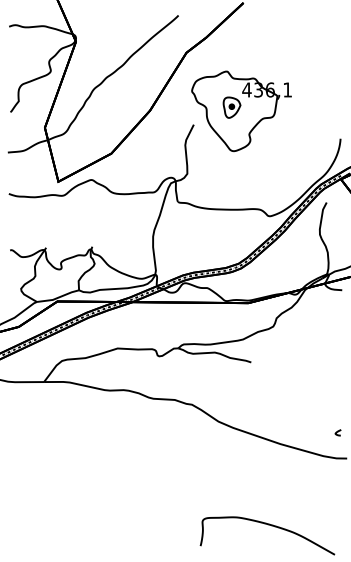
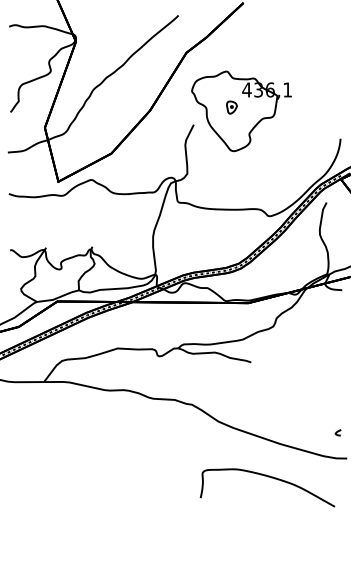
part at (231, 107) size: 20x23 px -> 12x15 px
curve at (271, 526) position: (271, 526) -> (271, 478)
